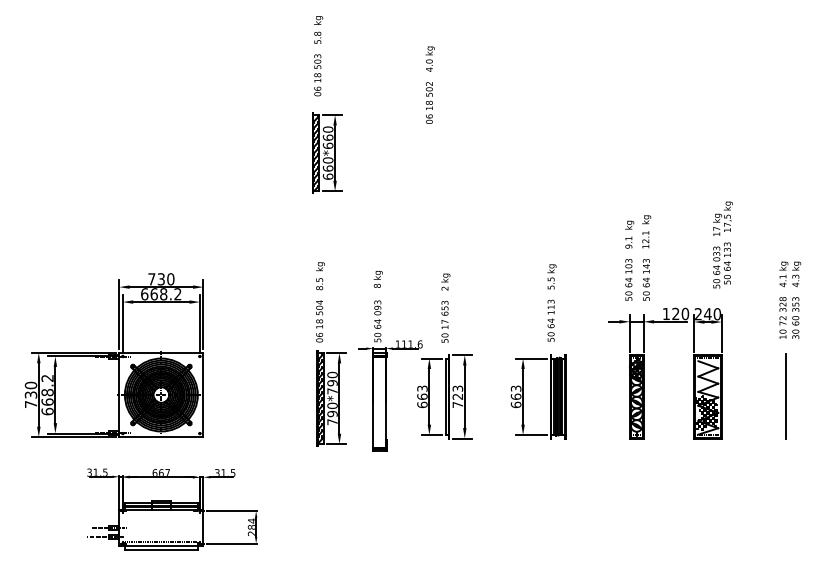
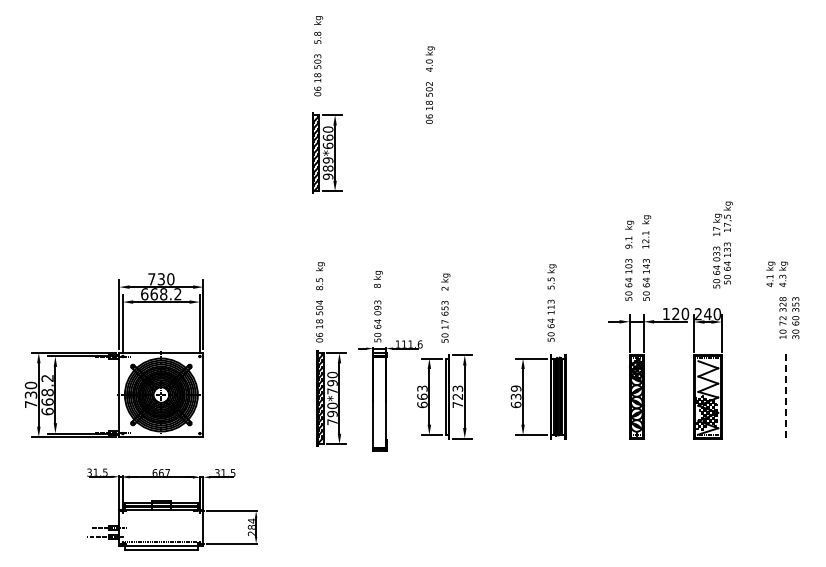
text at (327, 168): 660*660 -> 989*660
text at (790, 274) position: (790, 274) -> (777, 274)
text at (515, 392): 663 -> 639
line at (785, 396): solid -> dashed
